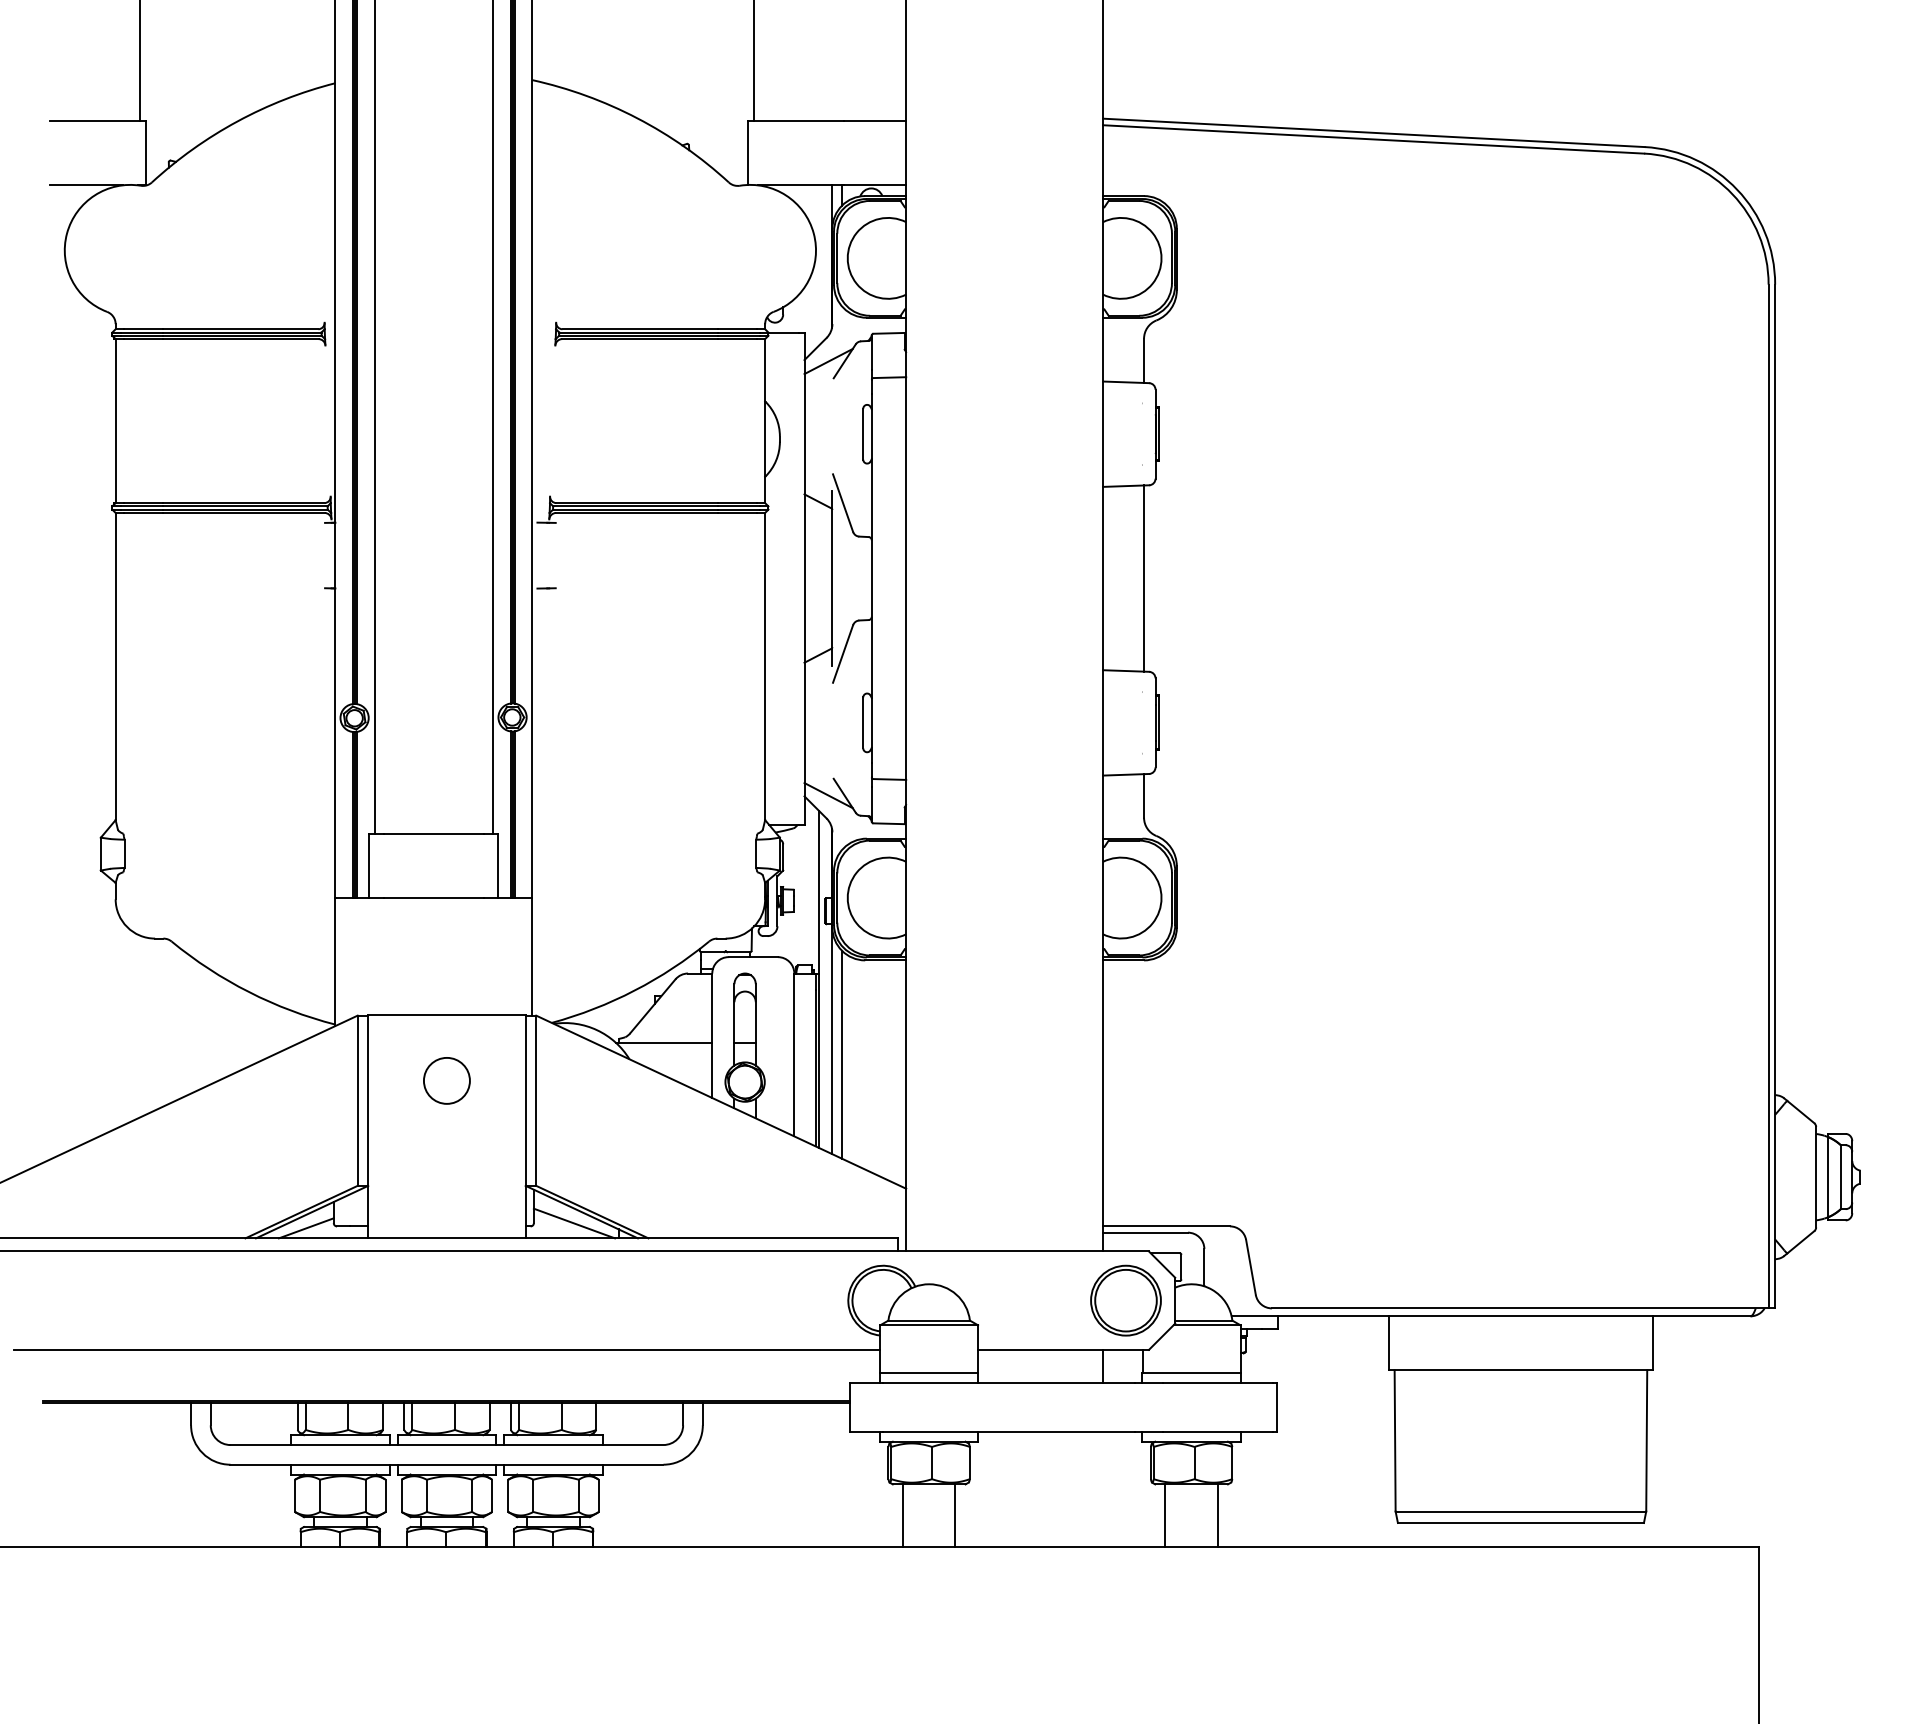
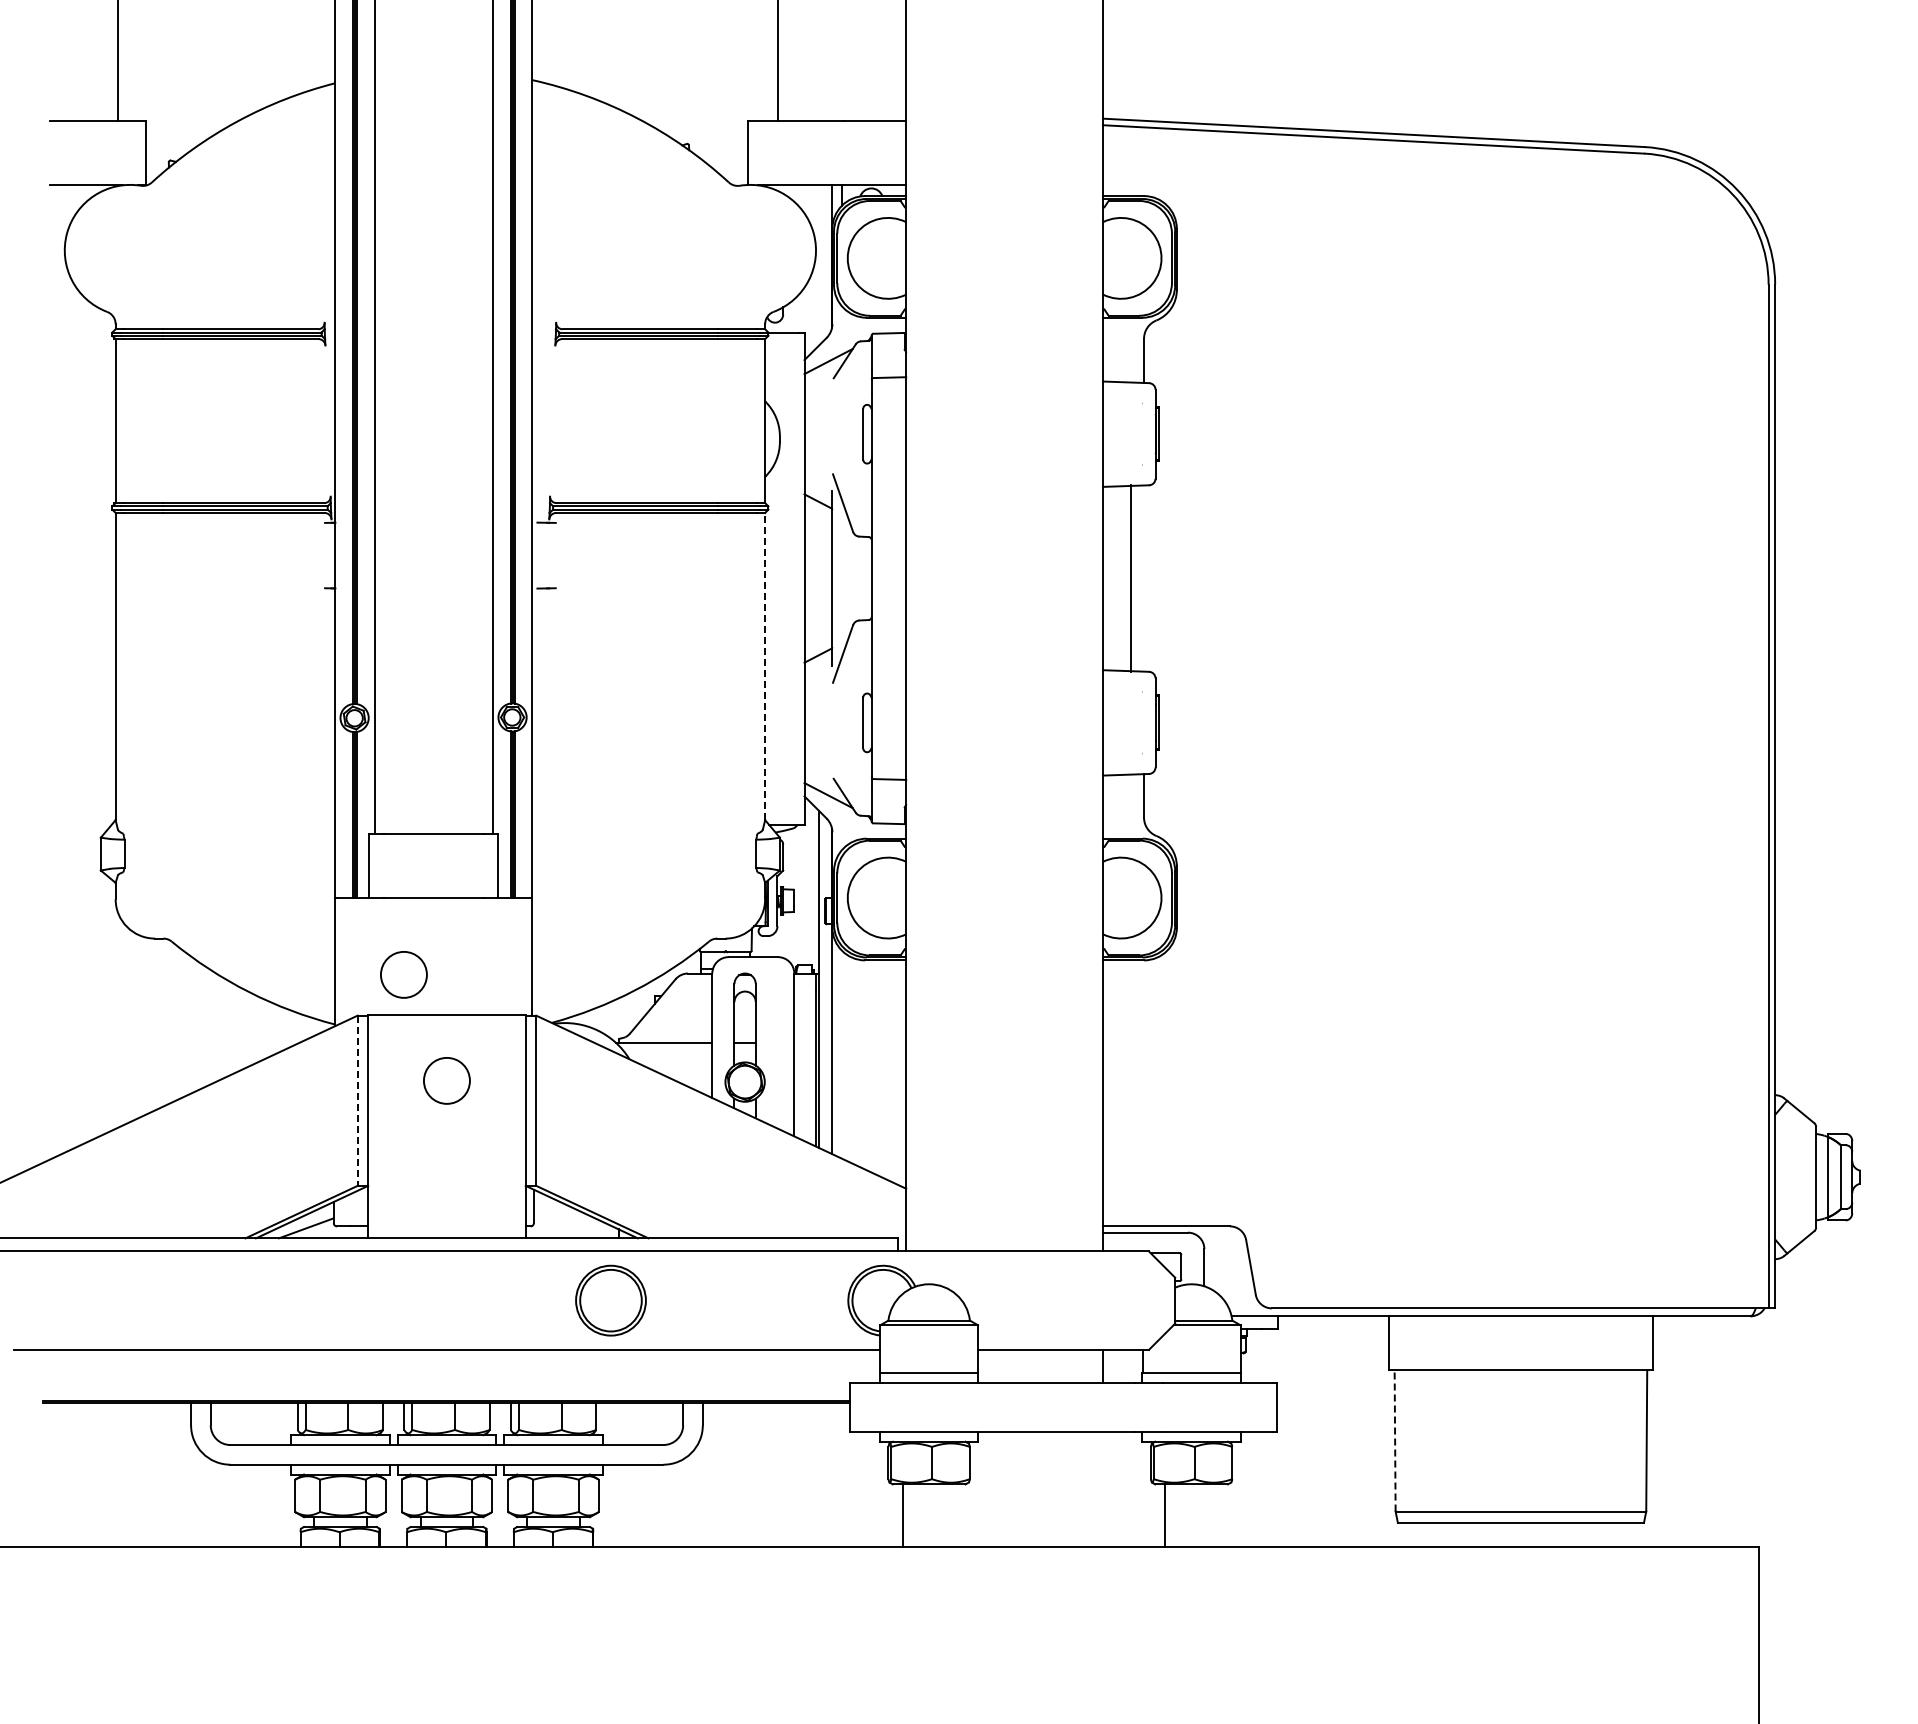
line at (140, 61) position: (140, 61) -> (118, 61)
line at (753, 61) position: (753, 61) -> (777, 61)
line at (1144, 578) position: (1144, 578) -> (1131, 578)
line at (765, 666): solid -> dashed
circle at (403, 974): none -> present
line at (841, 1054): present -> none
line at (357, 1101): solid -> dashed
line at (573, 1223): present -> none
part at (1125, 1300) position: (1125, 1300) -> (610, 1300)
line at (1395, 1440): solid -> dashed
line at (955, 1515): present -> none
line at (1217, 1515): present -> none
